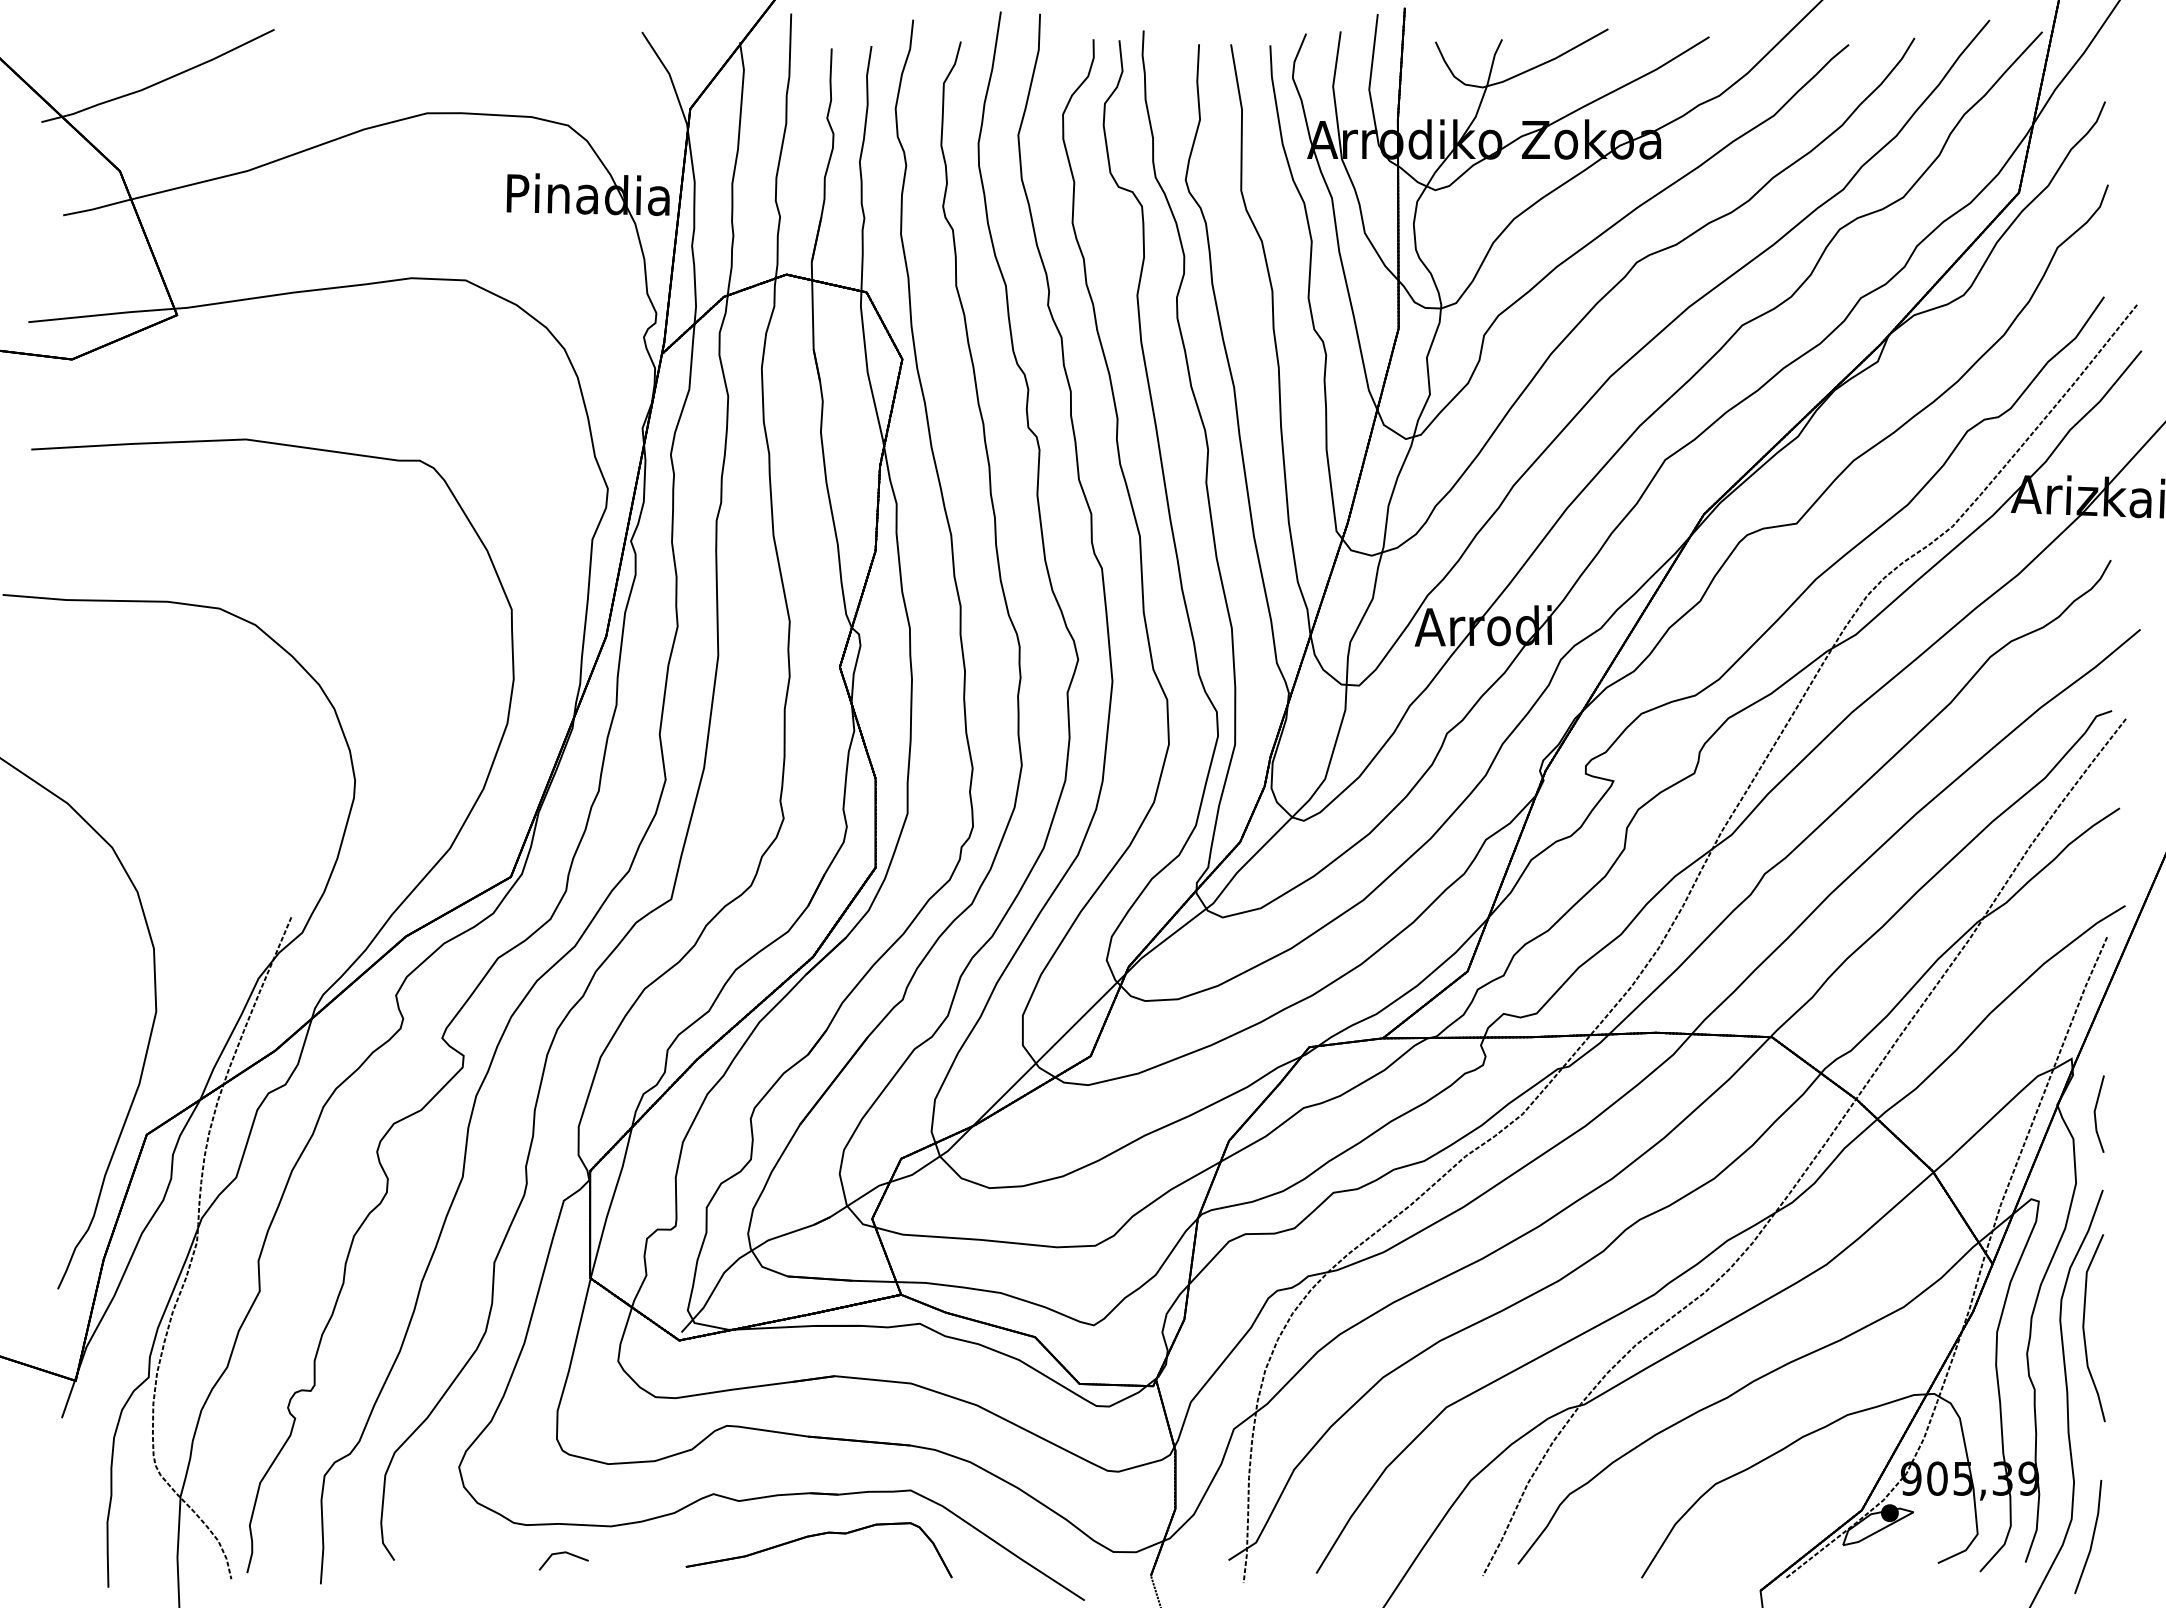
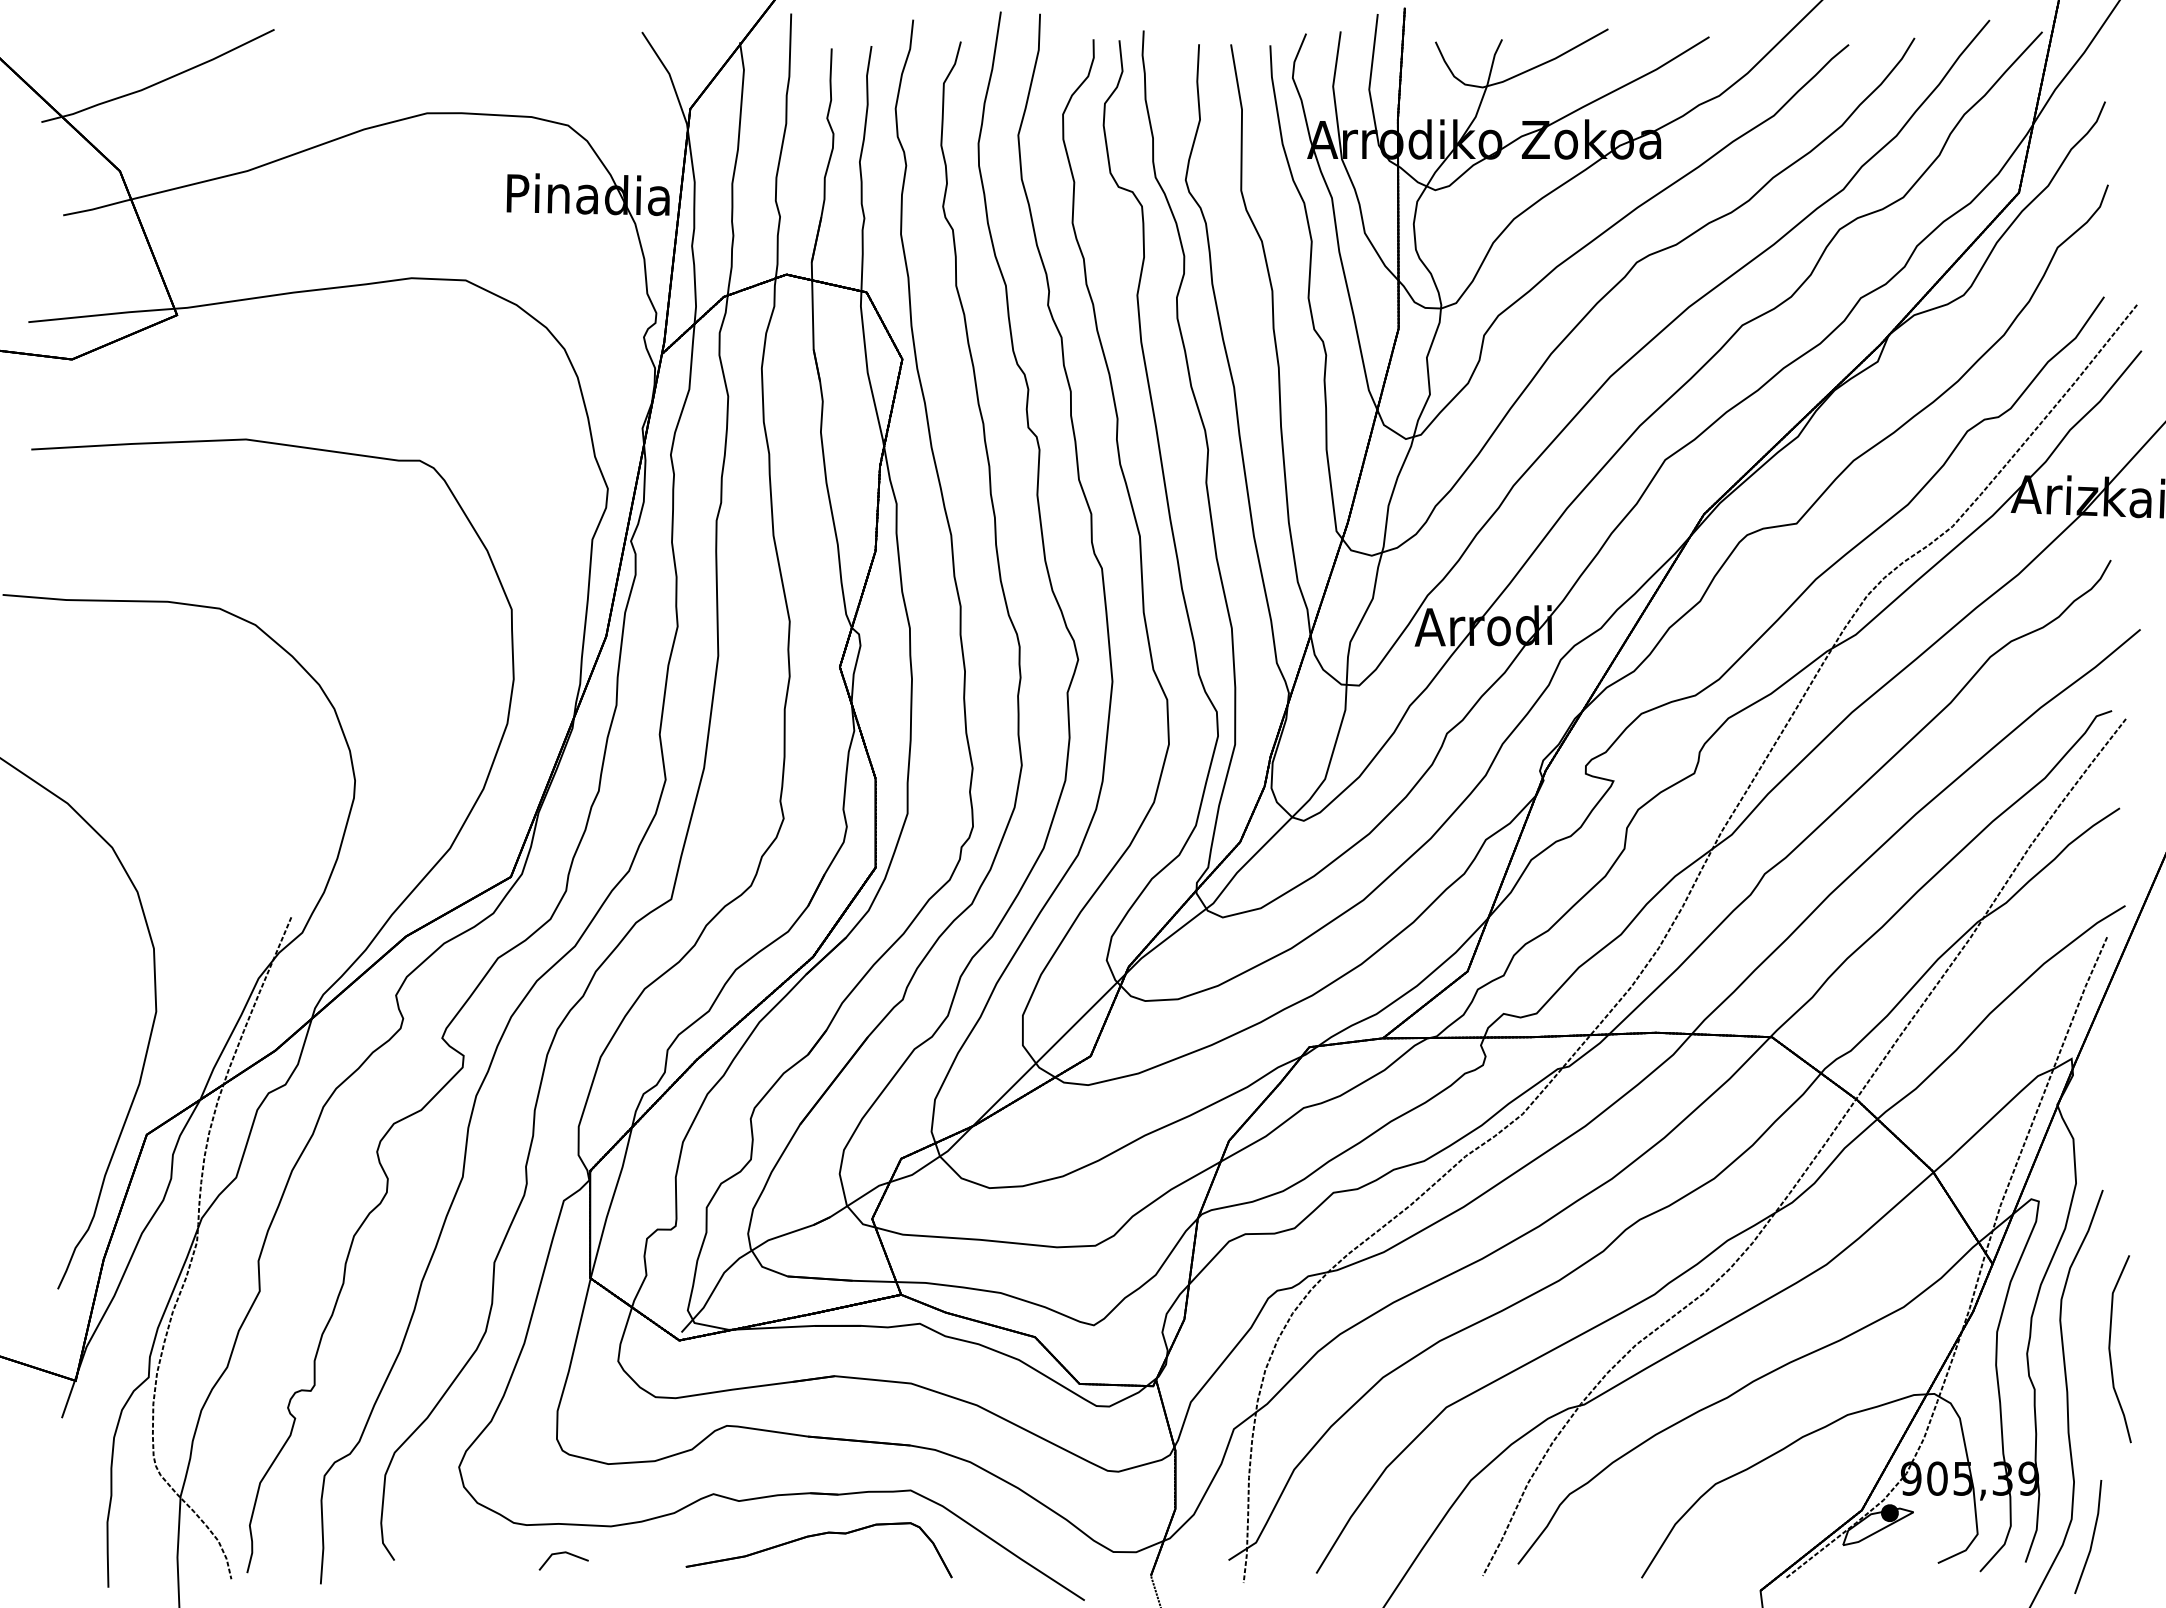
line at (2095, 1113): present -> none
curve at (2084, 1328) position: (2084, 1328) -> (2110, 1349)
